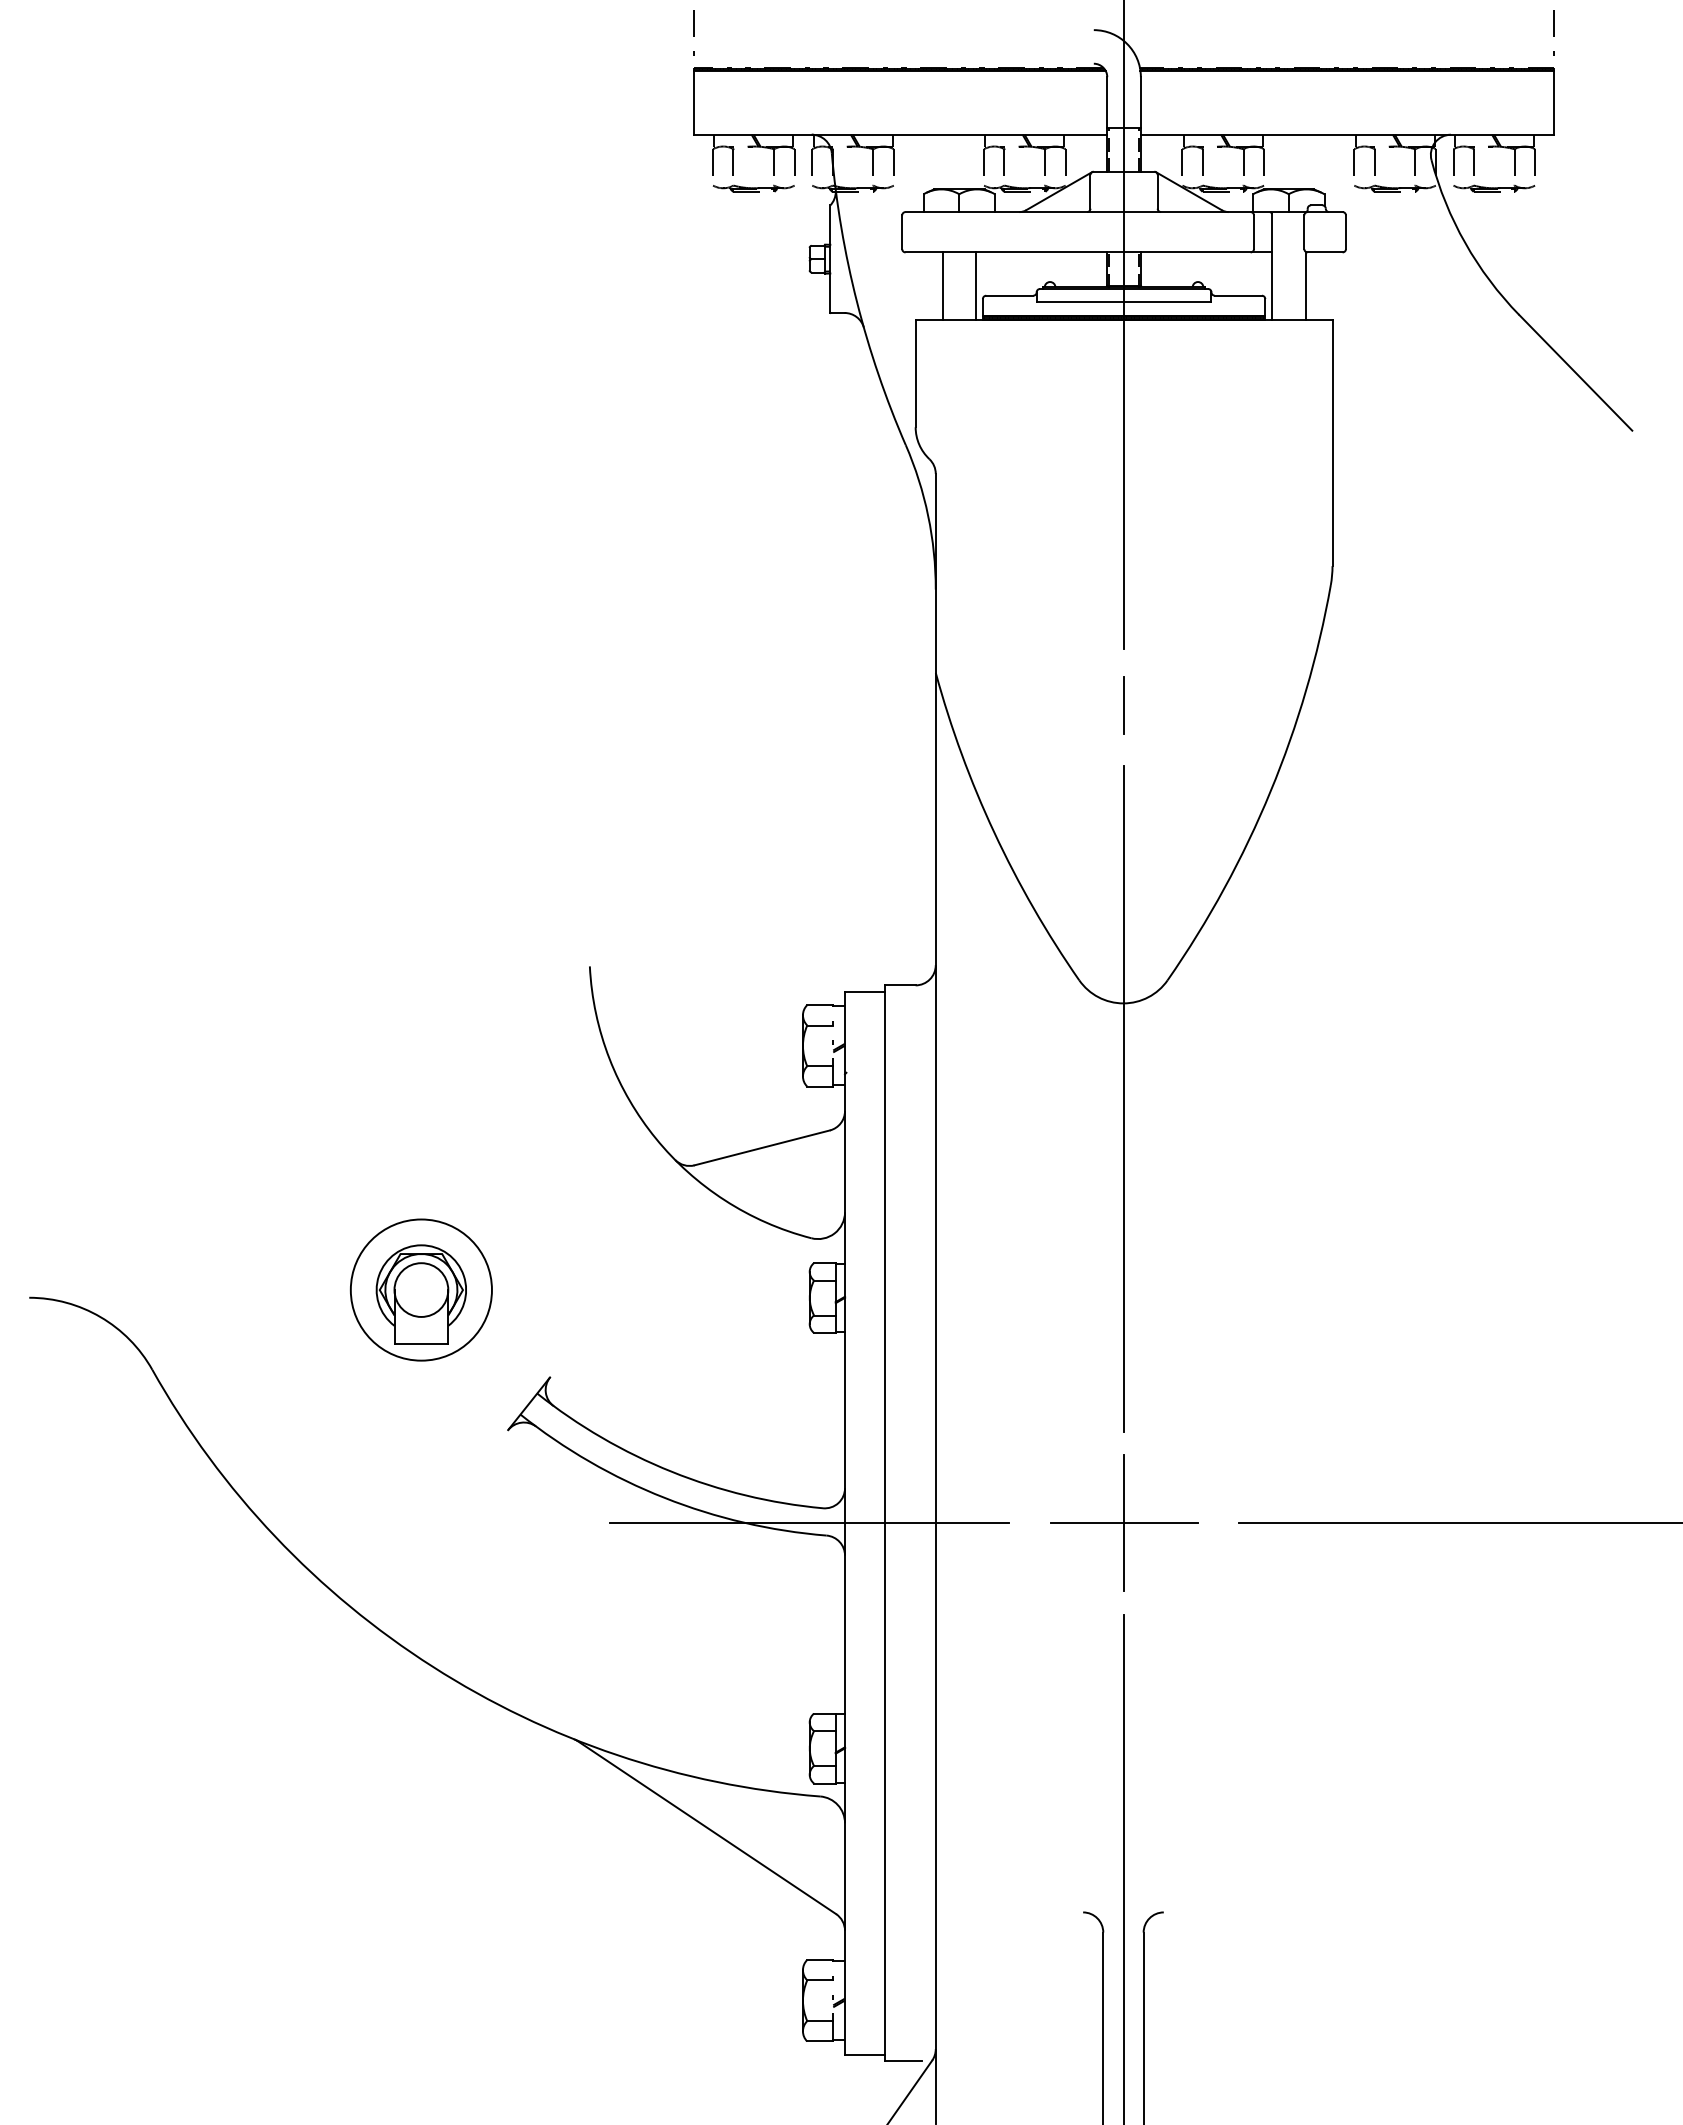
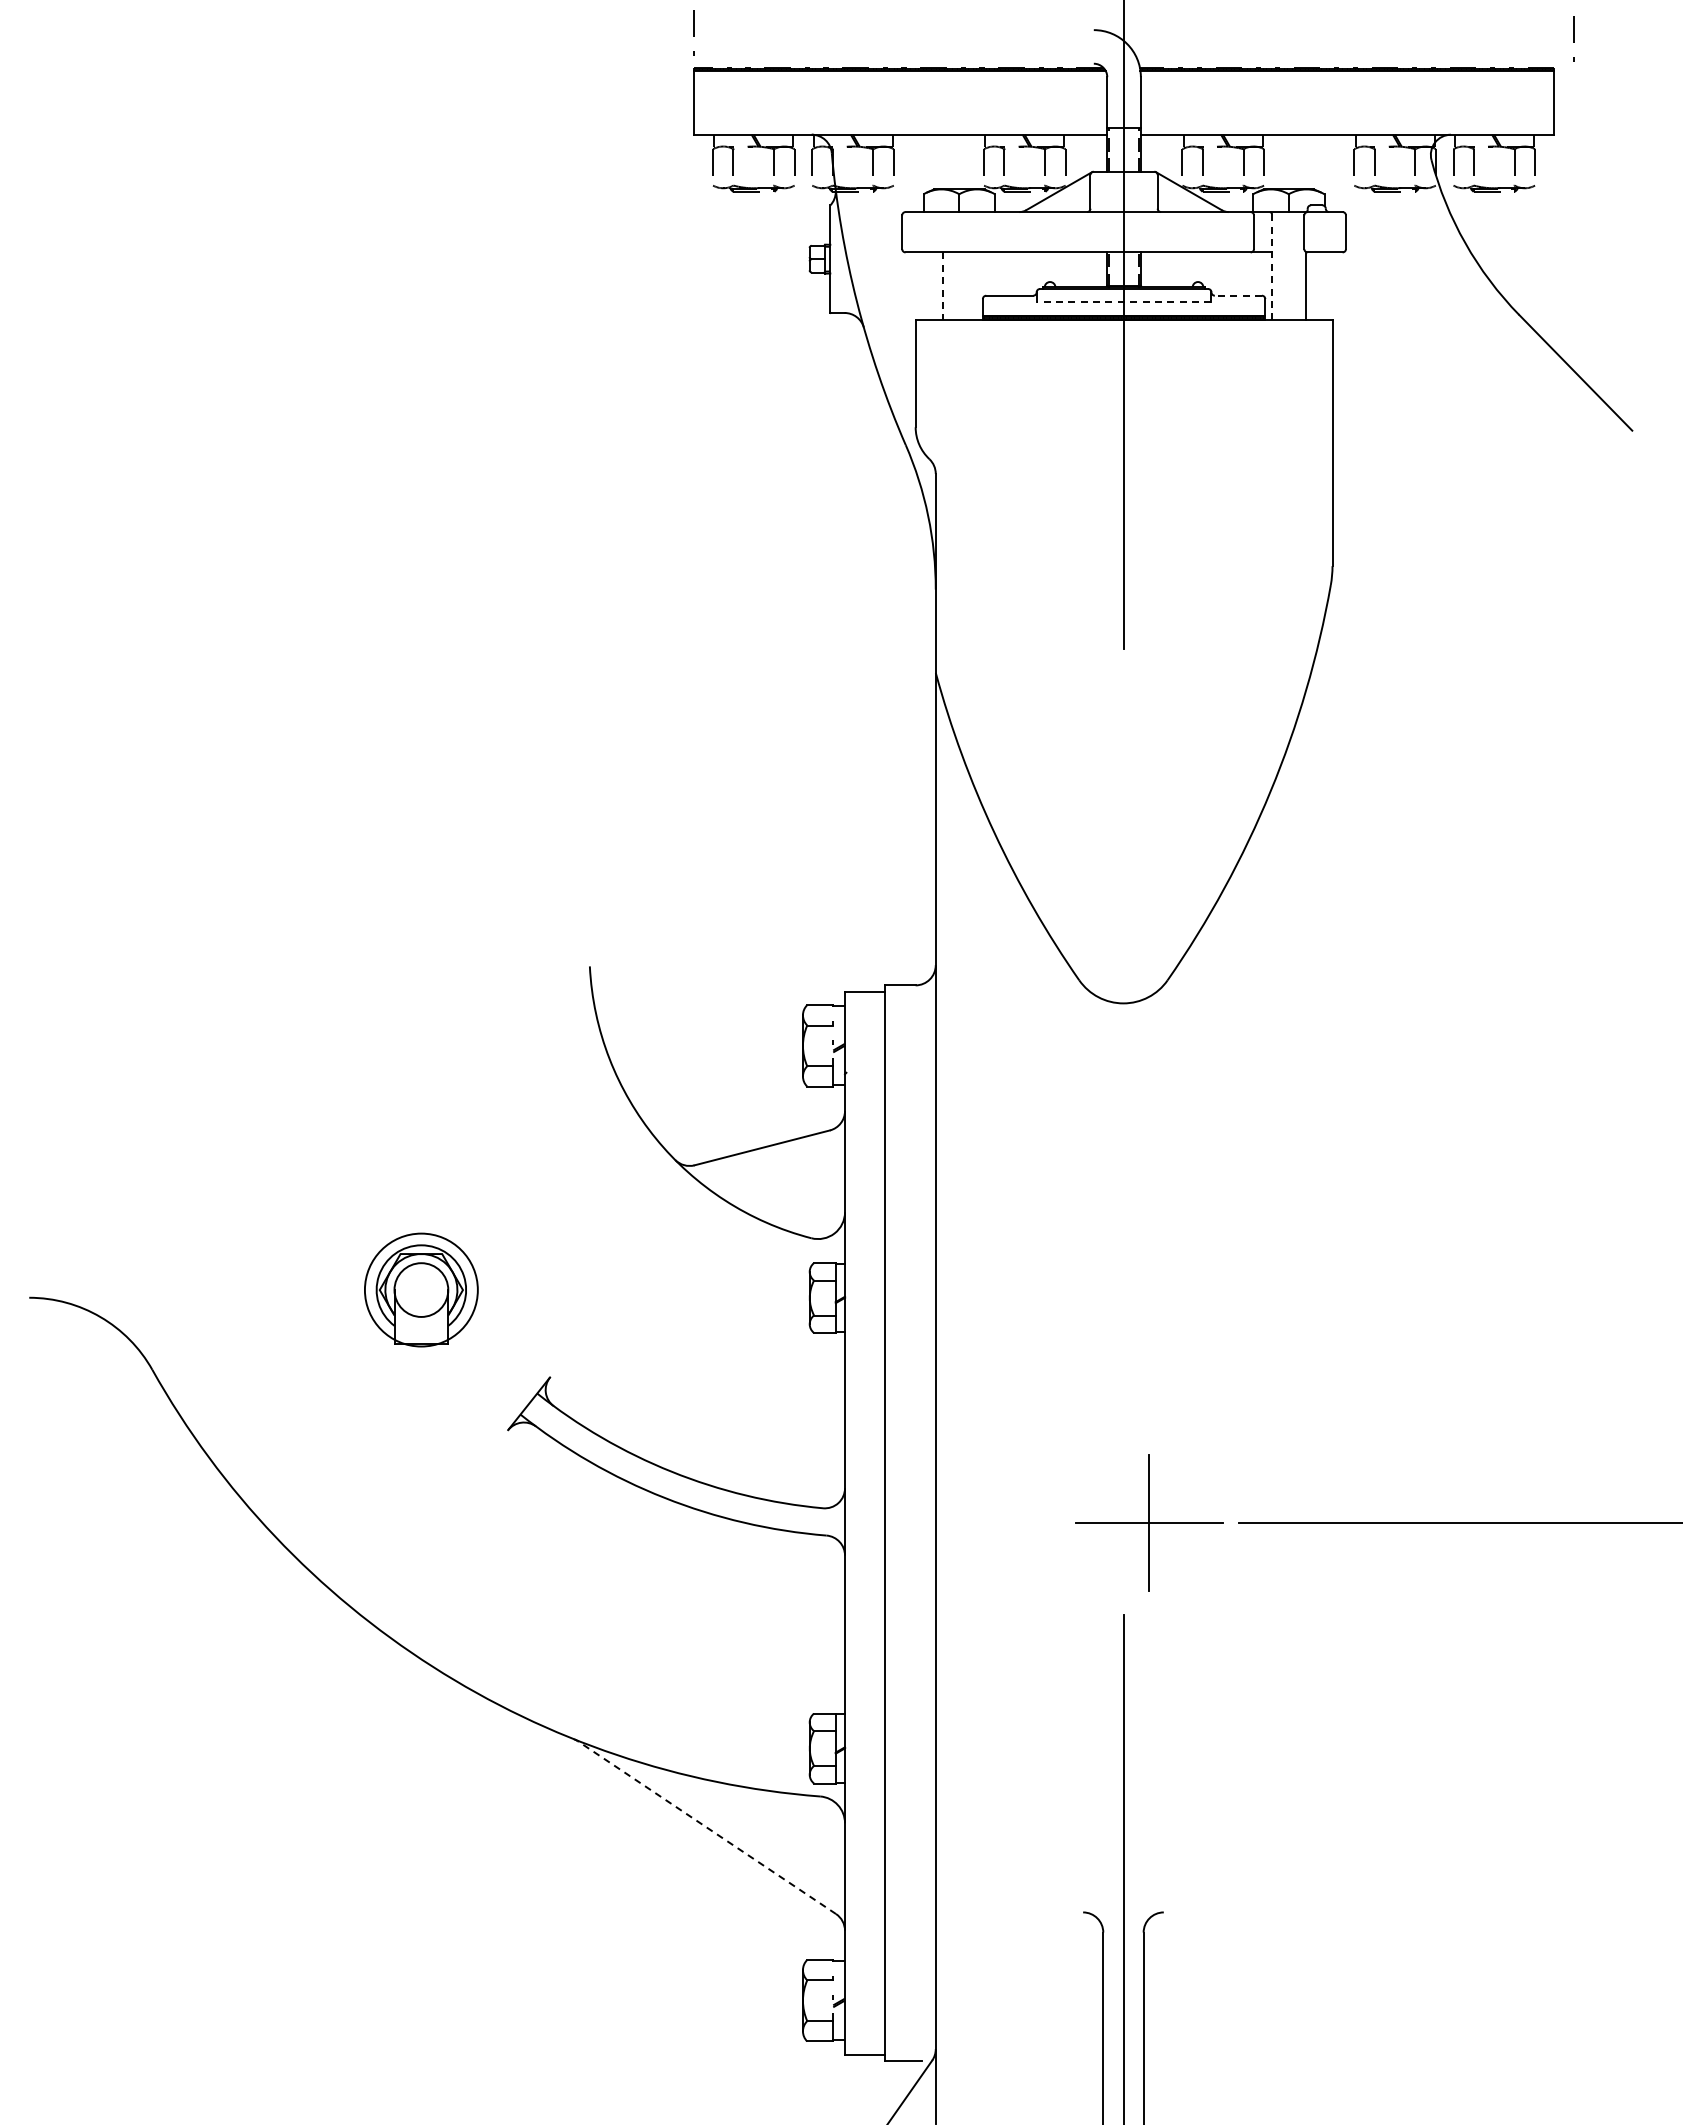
line at (1553, 32) position: (1553, 32) -> (1573, 38)
line at (1271, 266): solid -> dashed
line at (976, 285): present -> none
line at (942, 286): solid -> dashed
line at (1238, 295): solid -> dashed
line at (1123, 302): solid -> dashed
line at (1124, 705): present -> none
line at (1124, 1098): present -> none
circle at (420, 1289) diameter: 141 px -> 113 px
part at (1124, 1522) position: (1124, 1522) -> (1149, 1522)
line at (809, 1523): present -> none
line at (706, 1827): solid -> dashed
